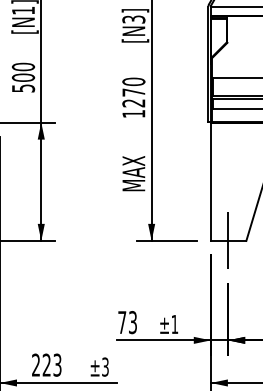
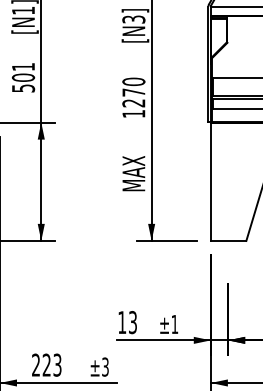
text at (23, 66): 500 -> 501
line at (228, 240): present -> none
text at (122, 322): 73 -> 13
